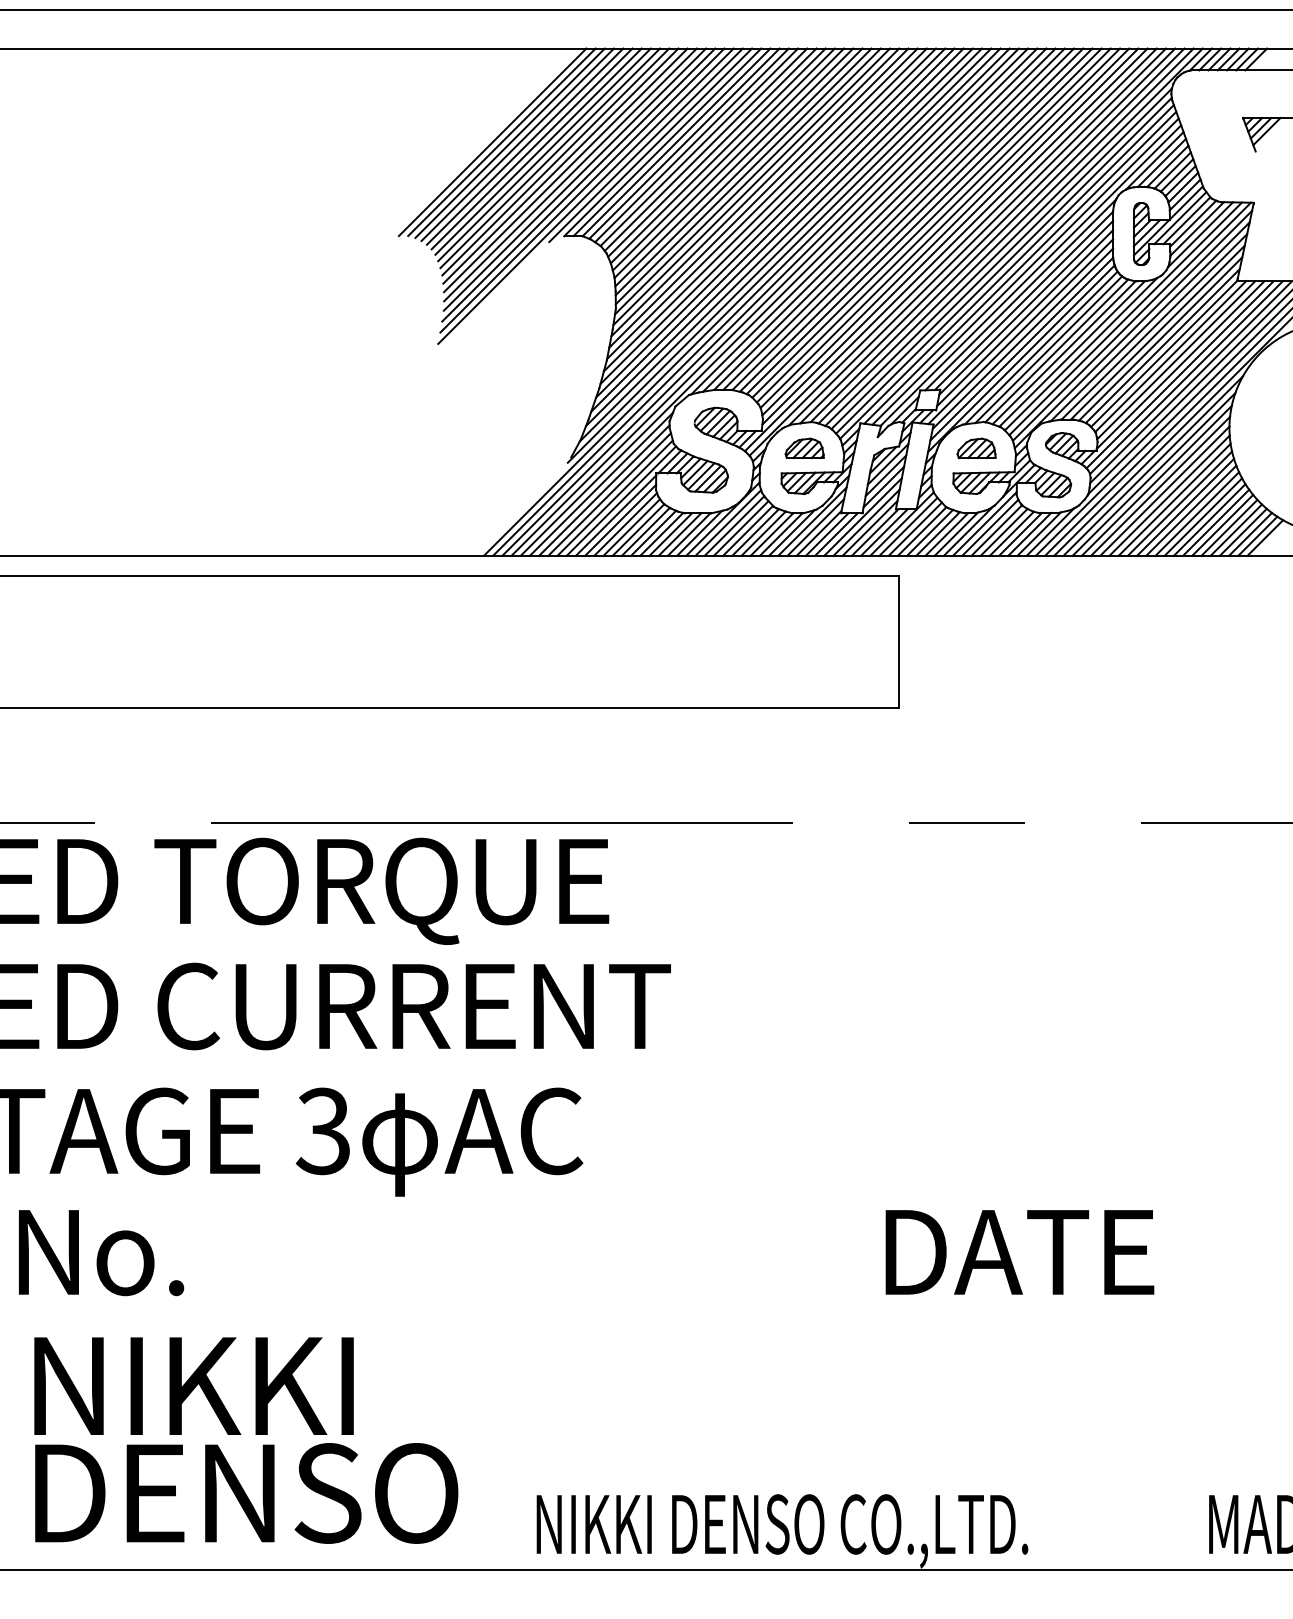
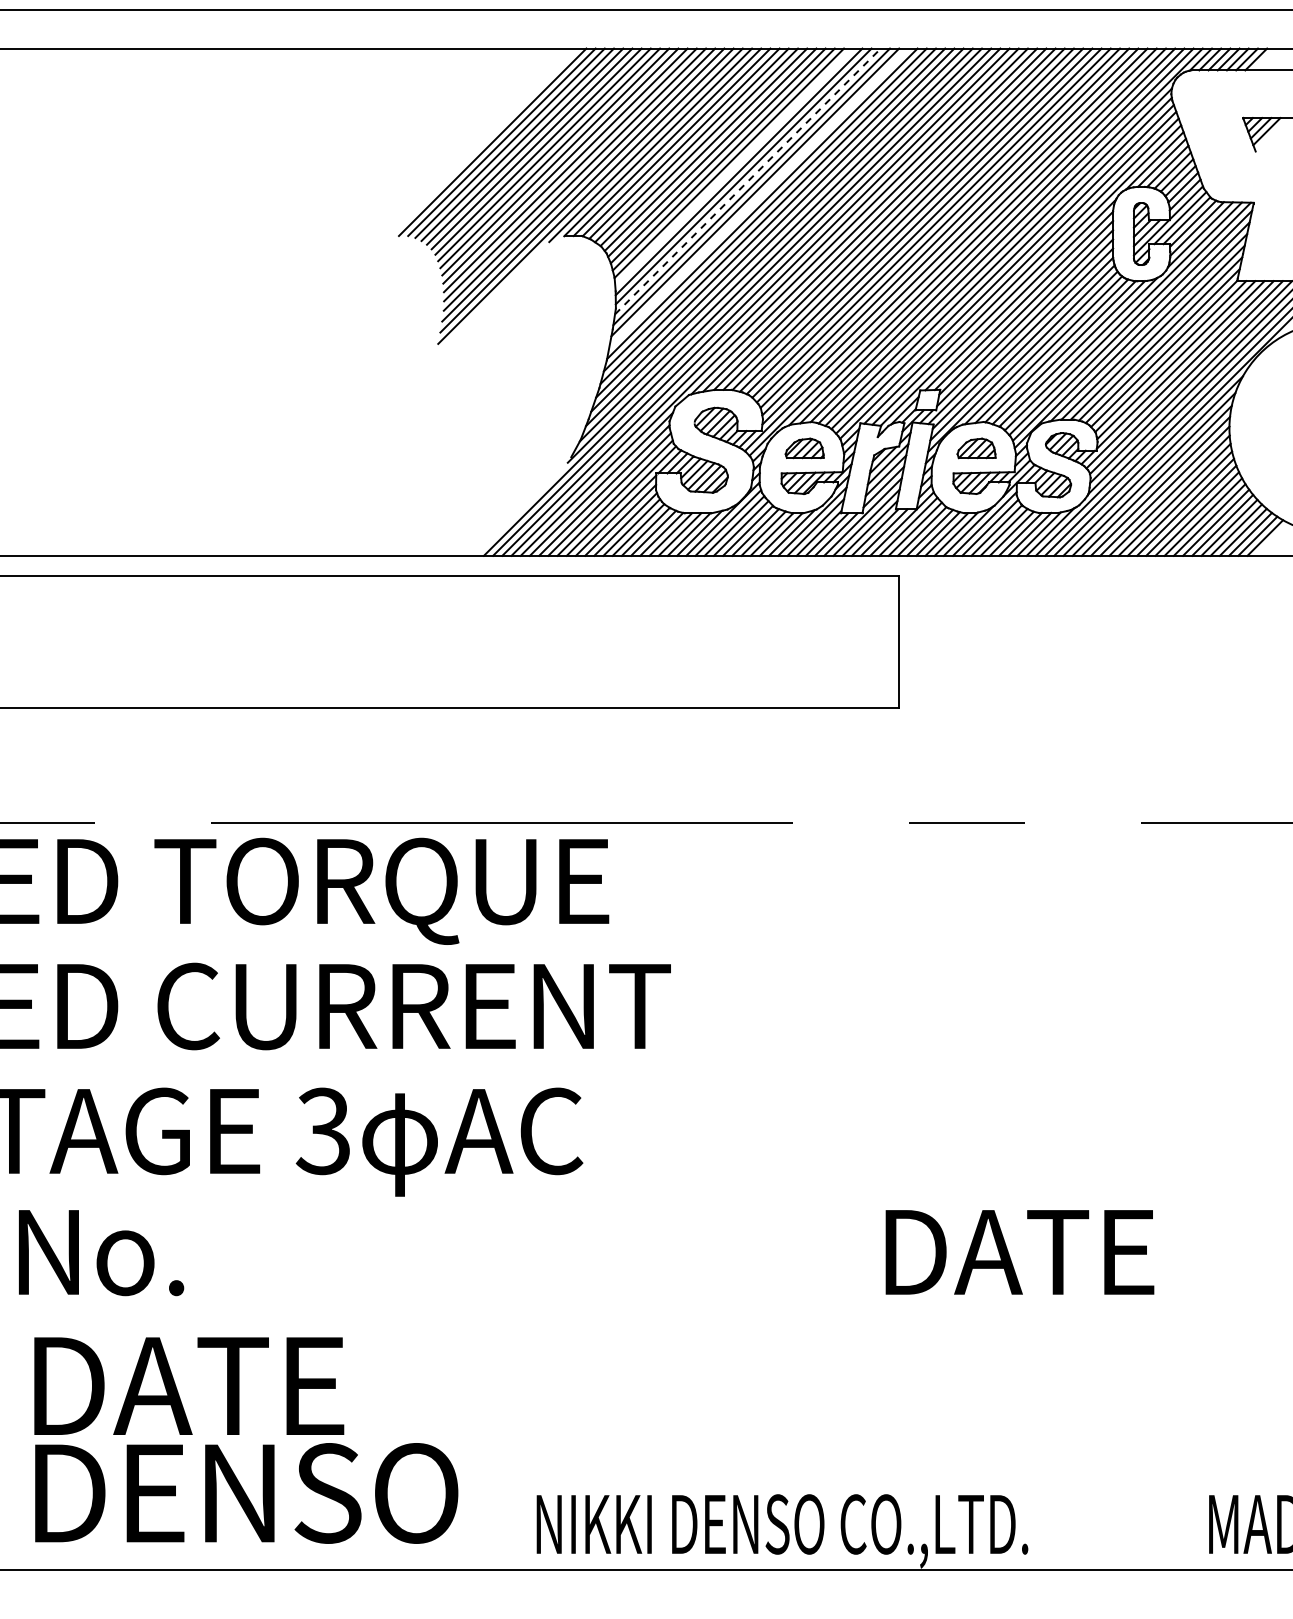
line at (734, 167): present -> none
line at (747, 181): solid -> dashed
line at (758, 197): present -> none
text at (198, 1385): NIKKI -> DATE
